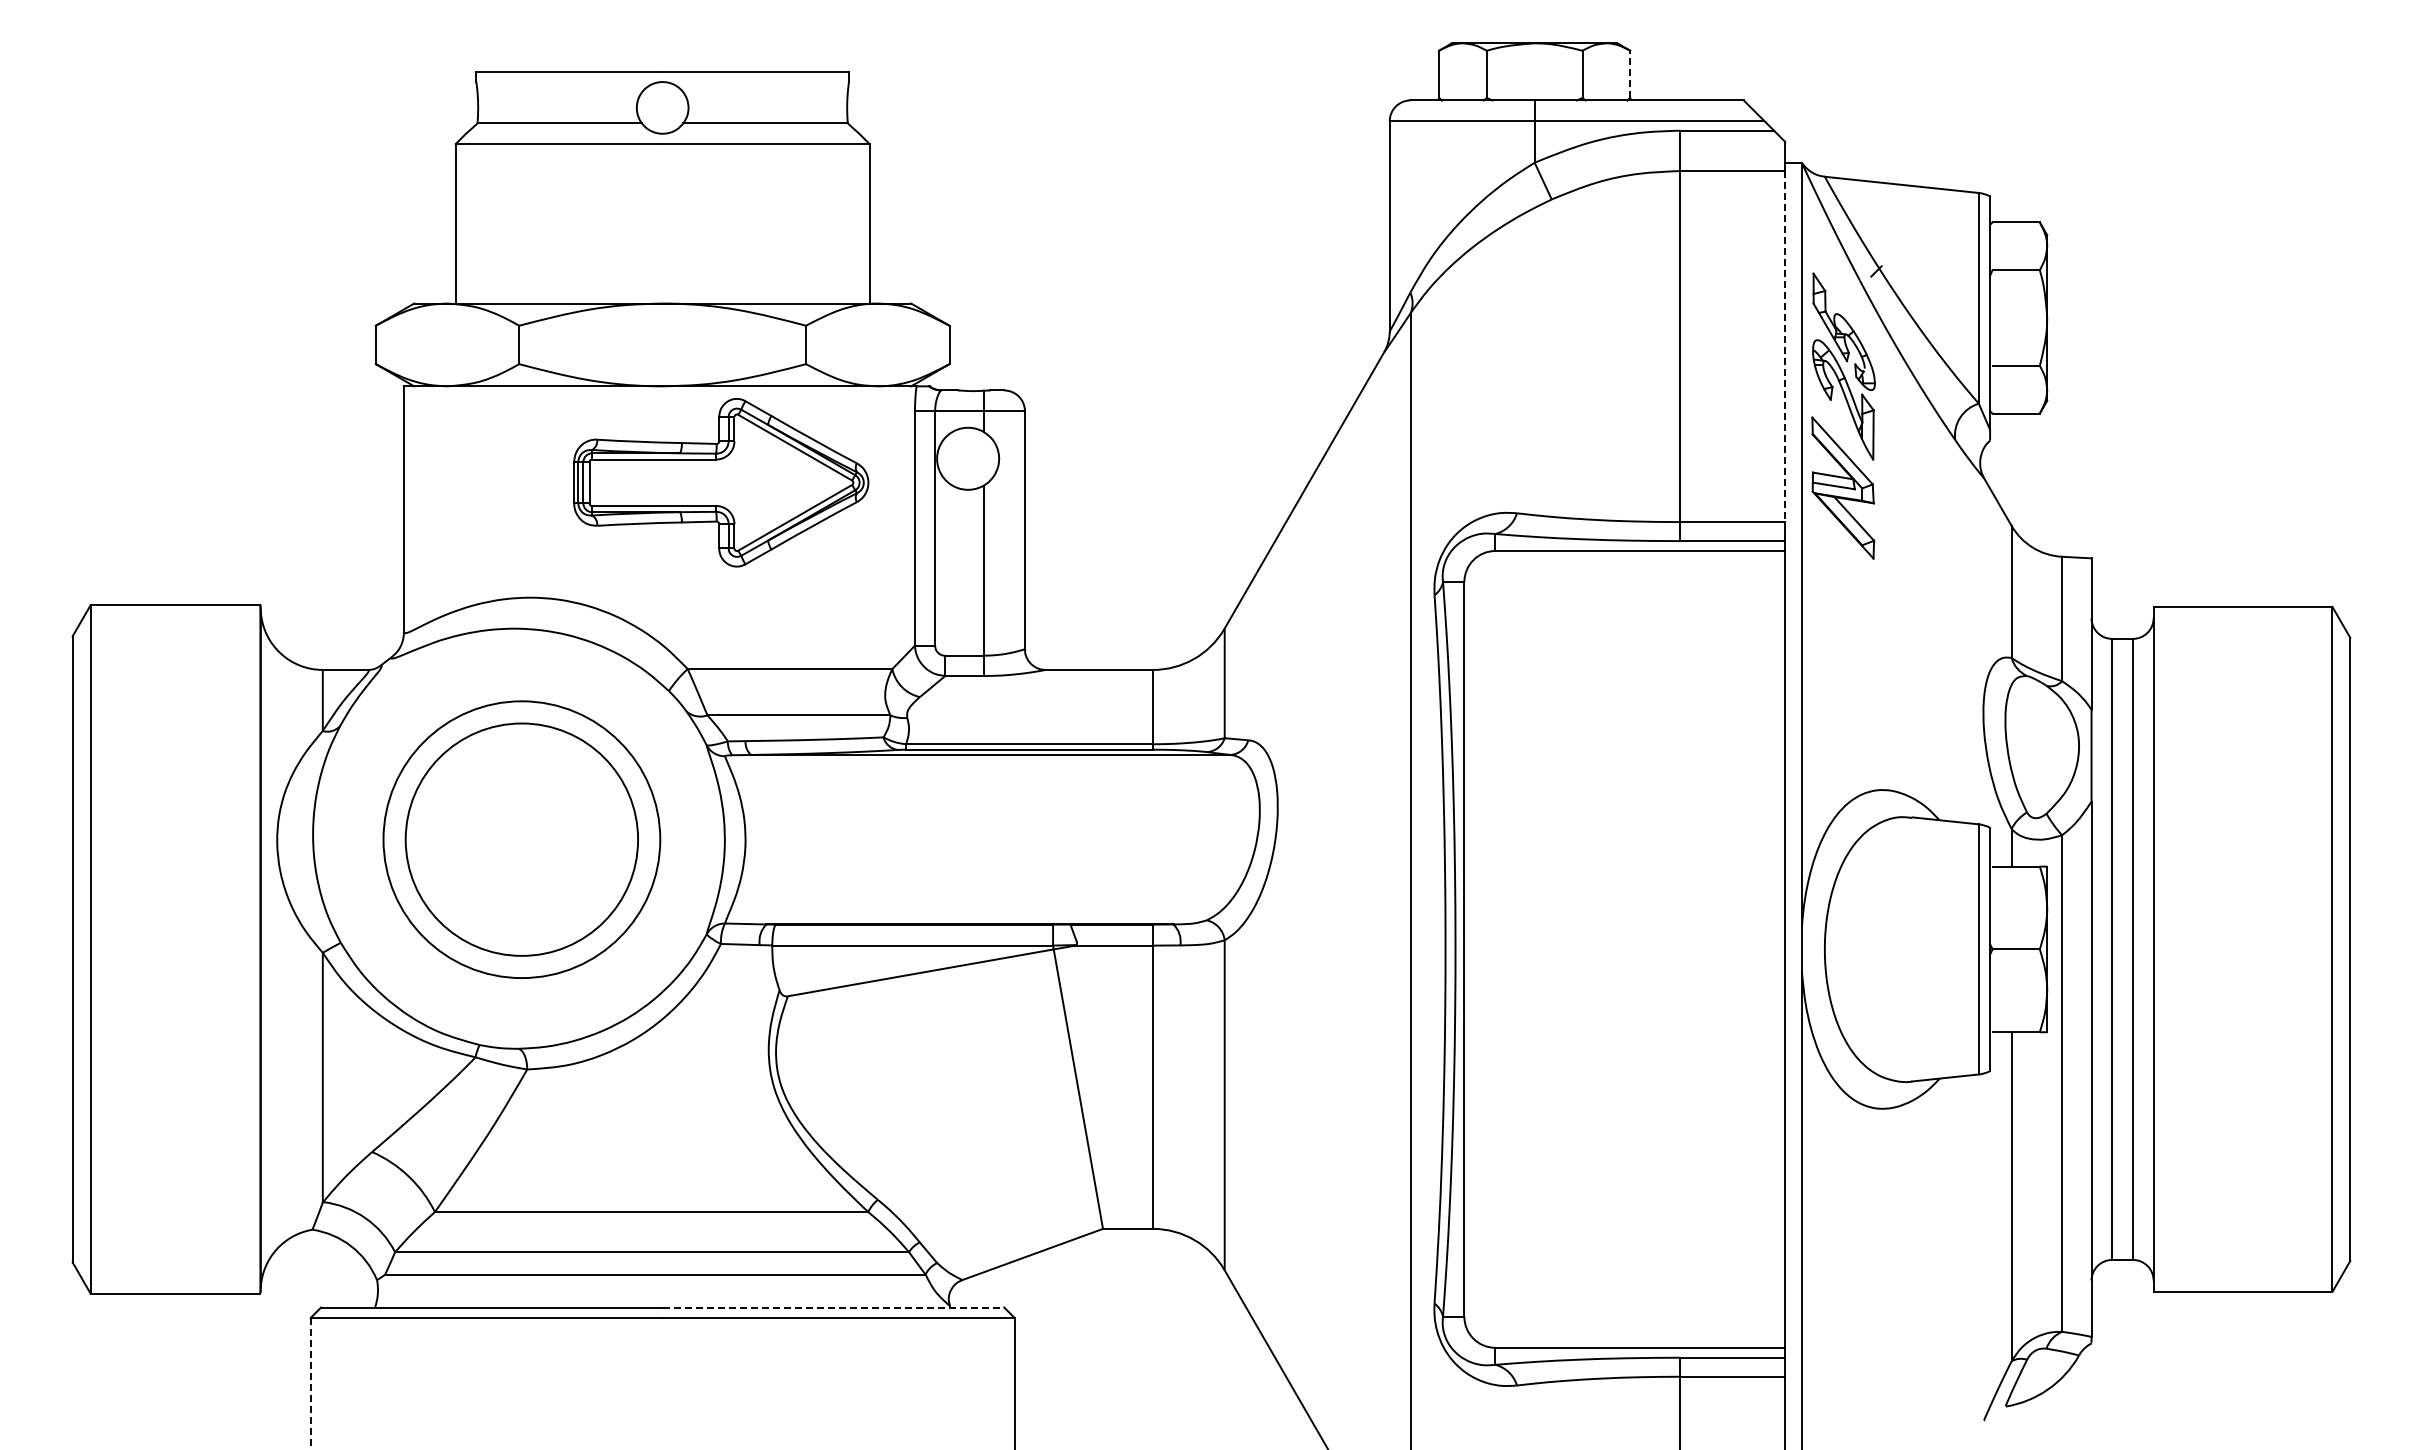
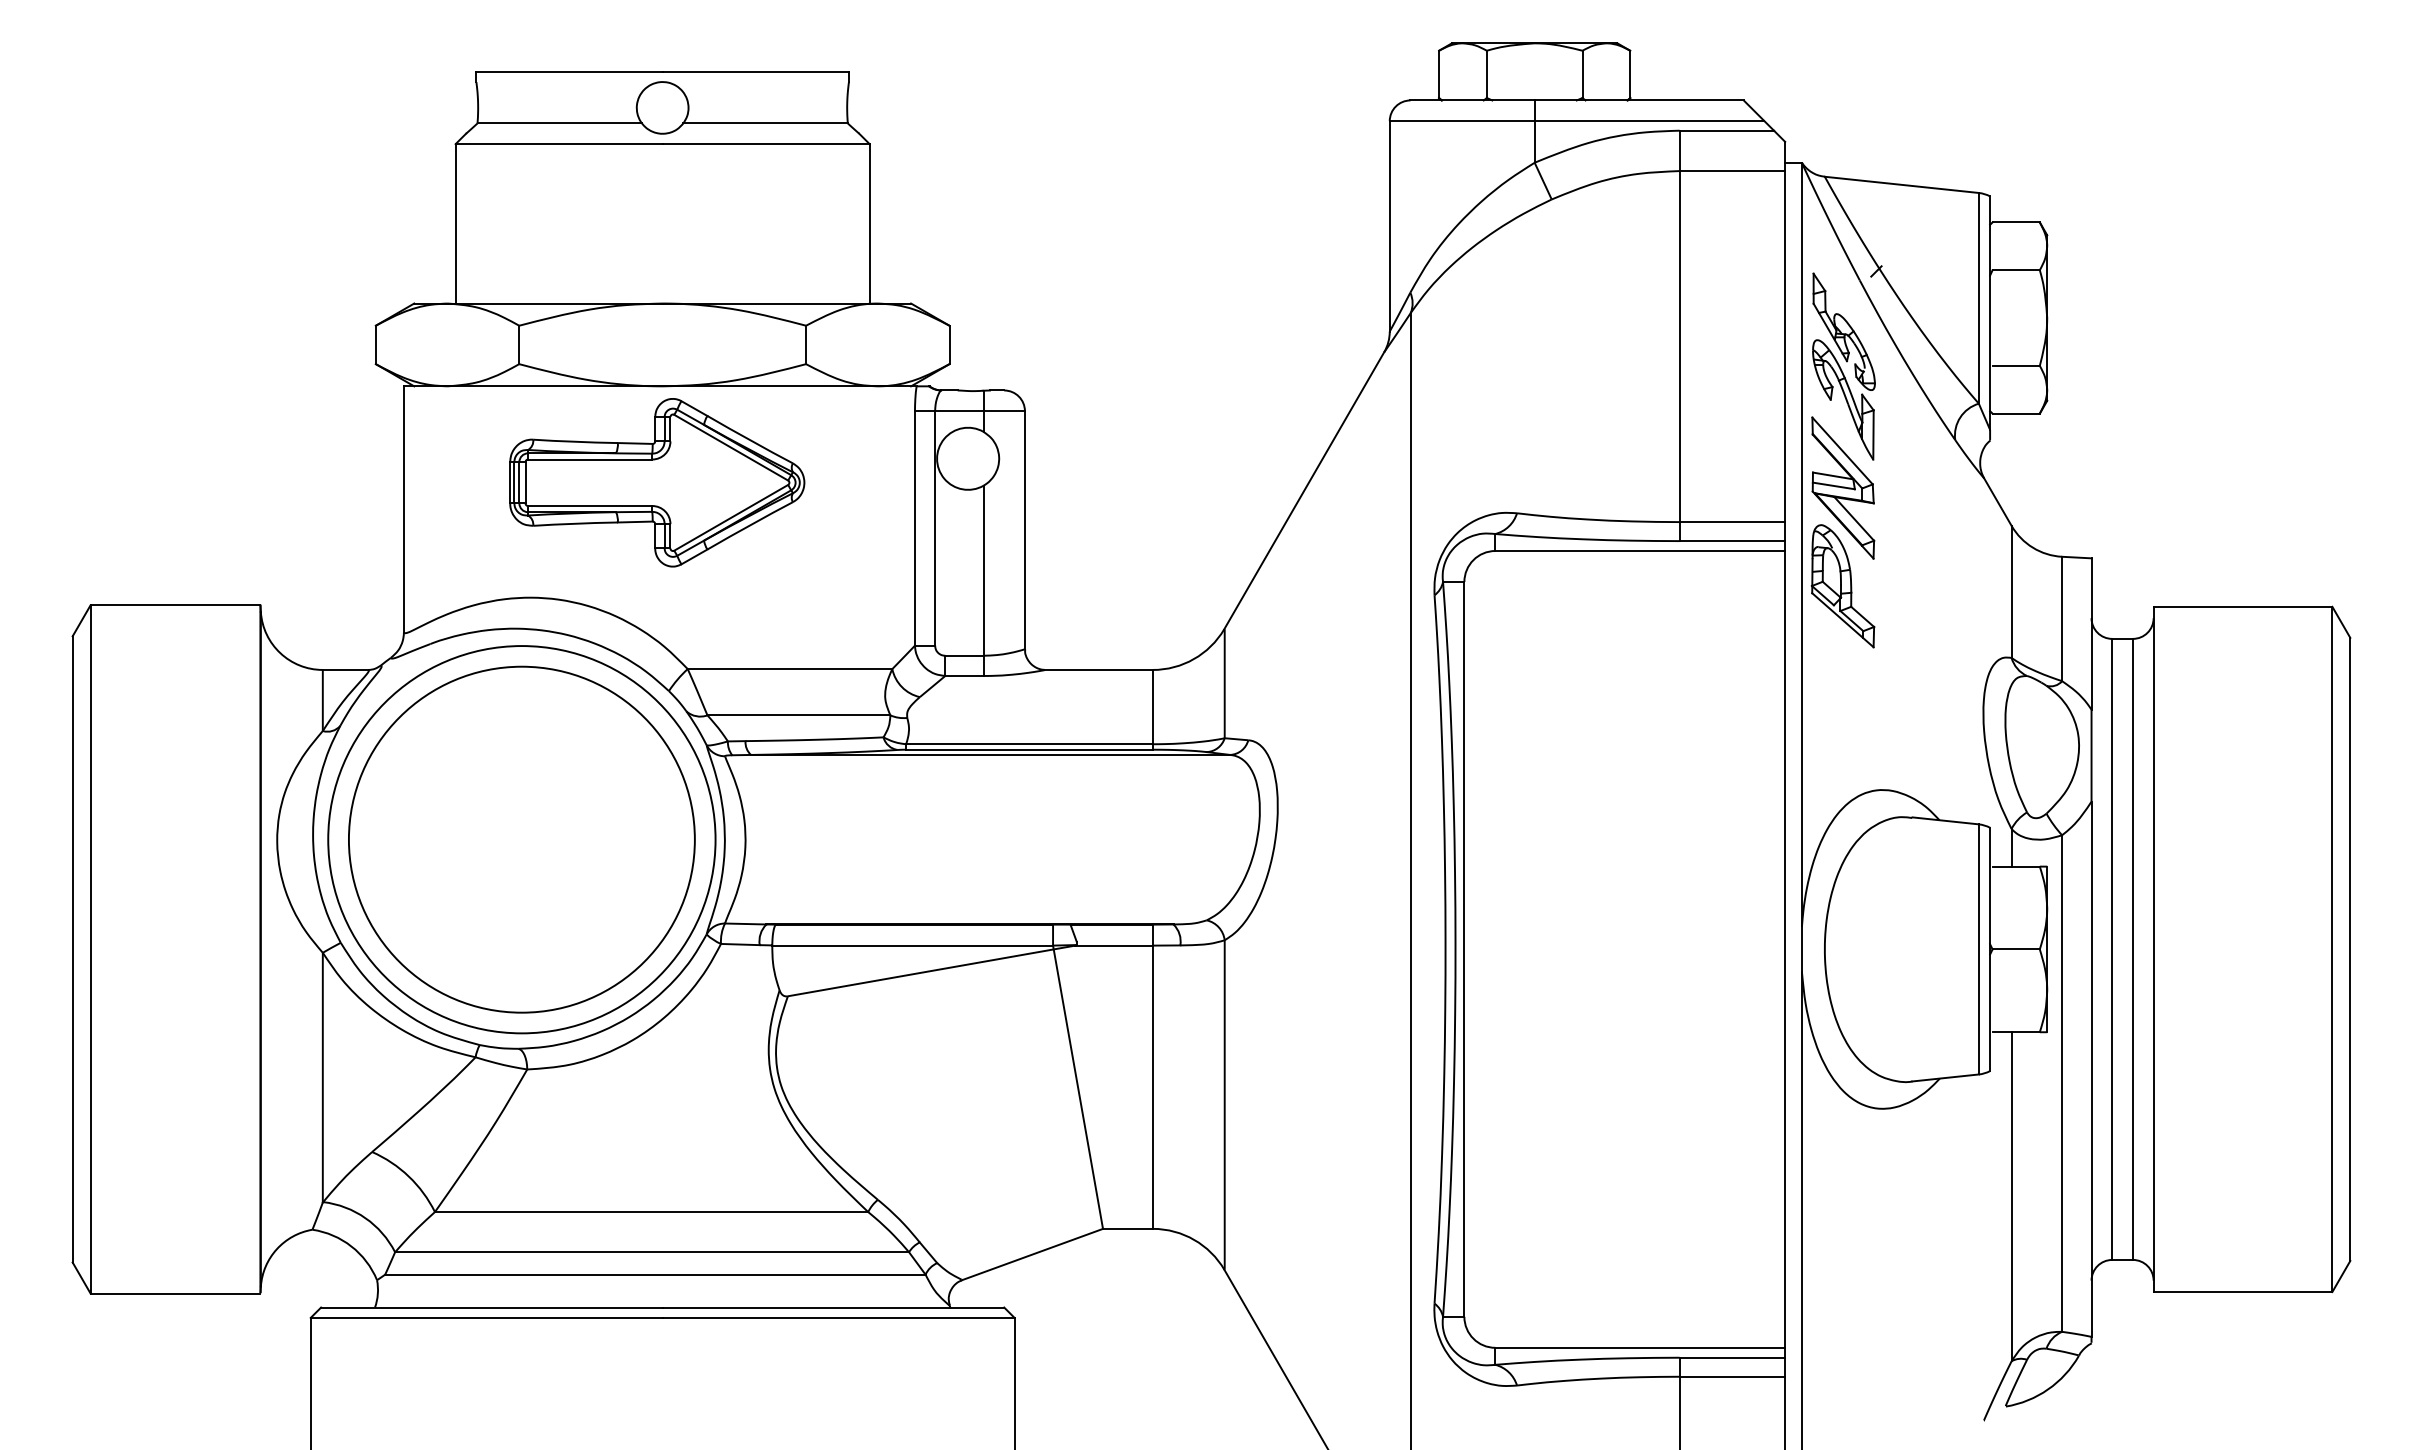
line at (1630, 74): dashed -> solid
line at (1785, 346): dashed -> solid
part at (721, 482) position: (721, 482) -> (657, 482)
part at (1842, 586): none -> present
circle at (521, 839) diameter: 232 px -> 387 px
circle at (521, 839) diameter: 277 px -> 346 px
line at (833, 1307): dashed -> solid
line at (310, 1383): dashed -> solid
